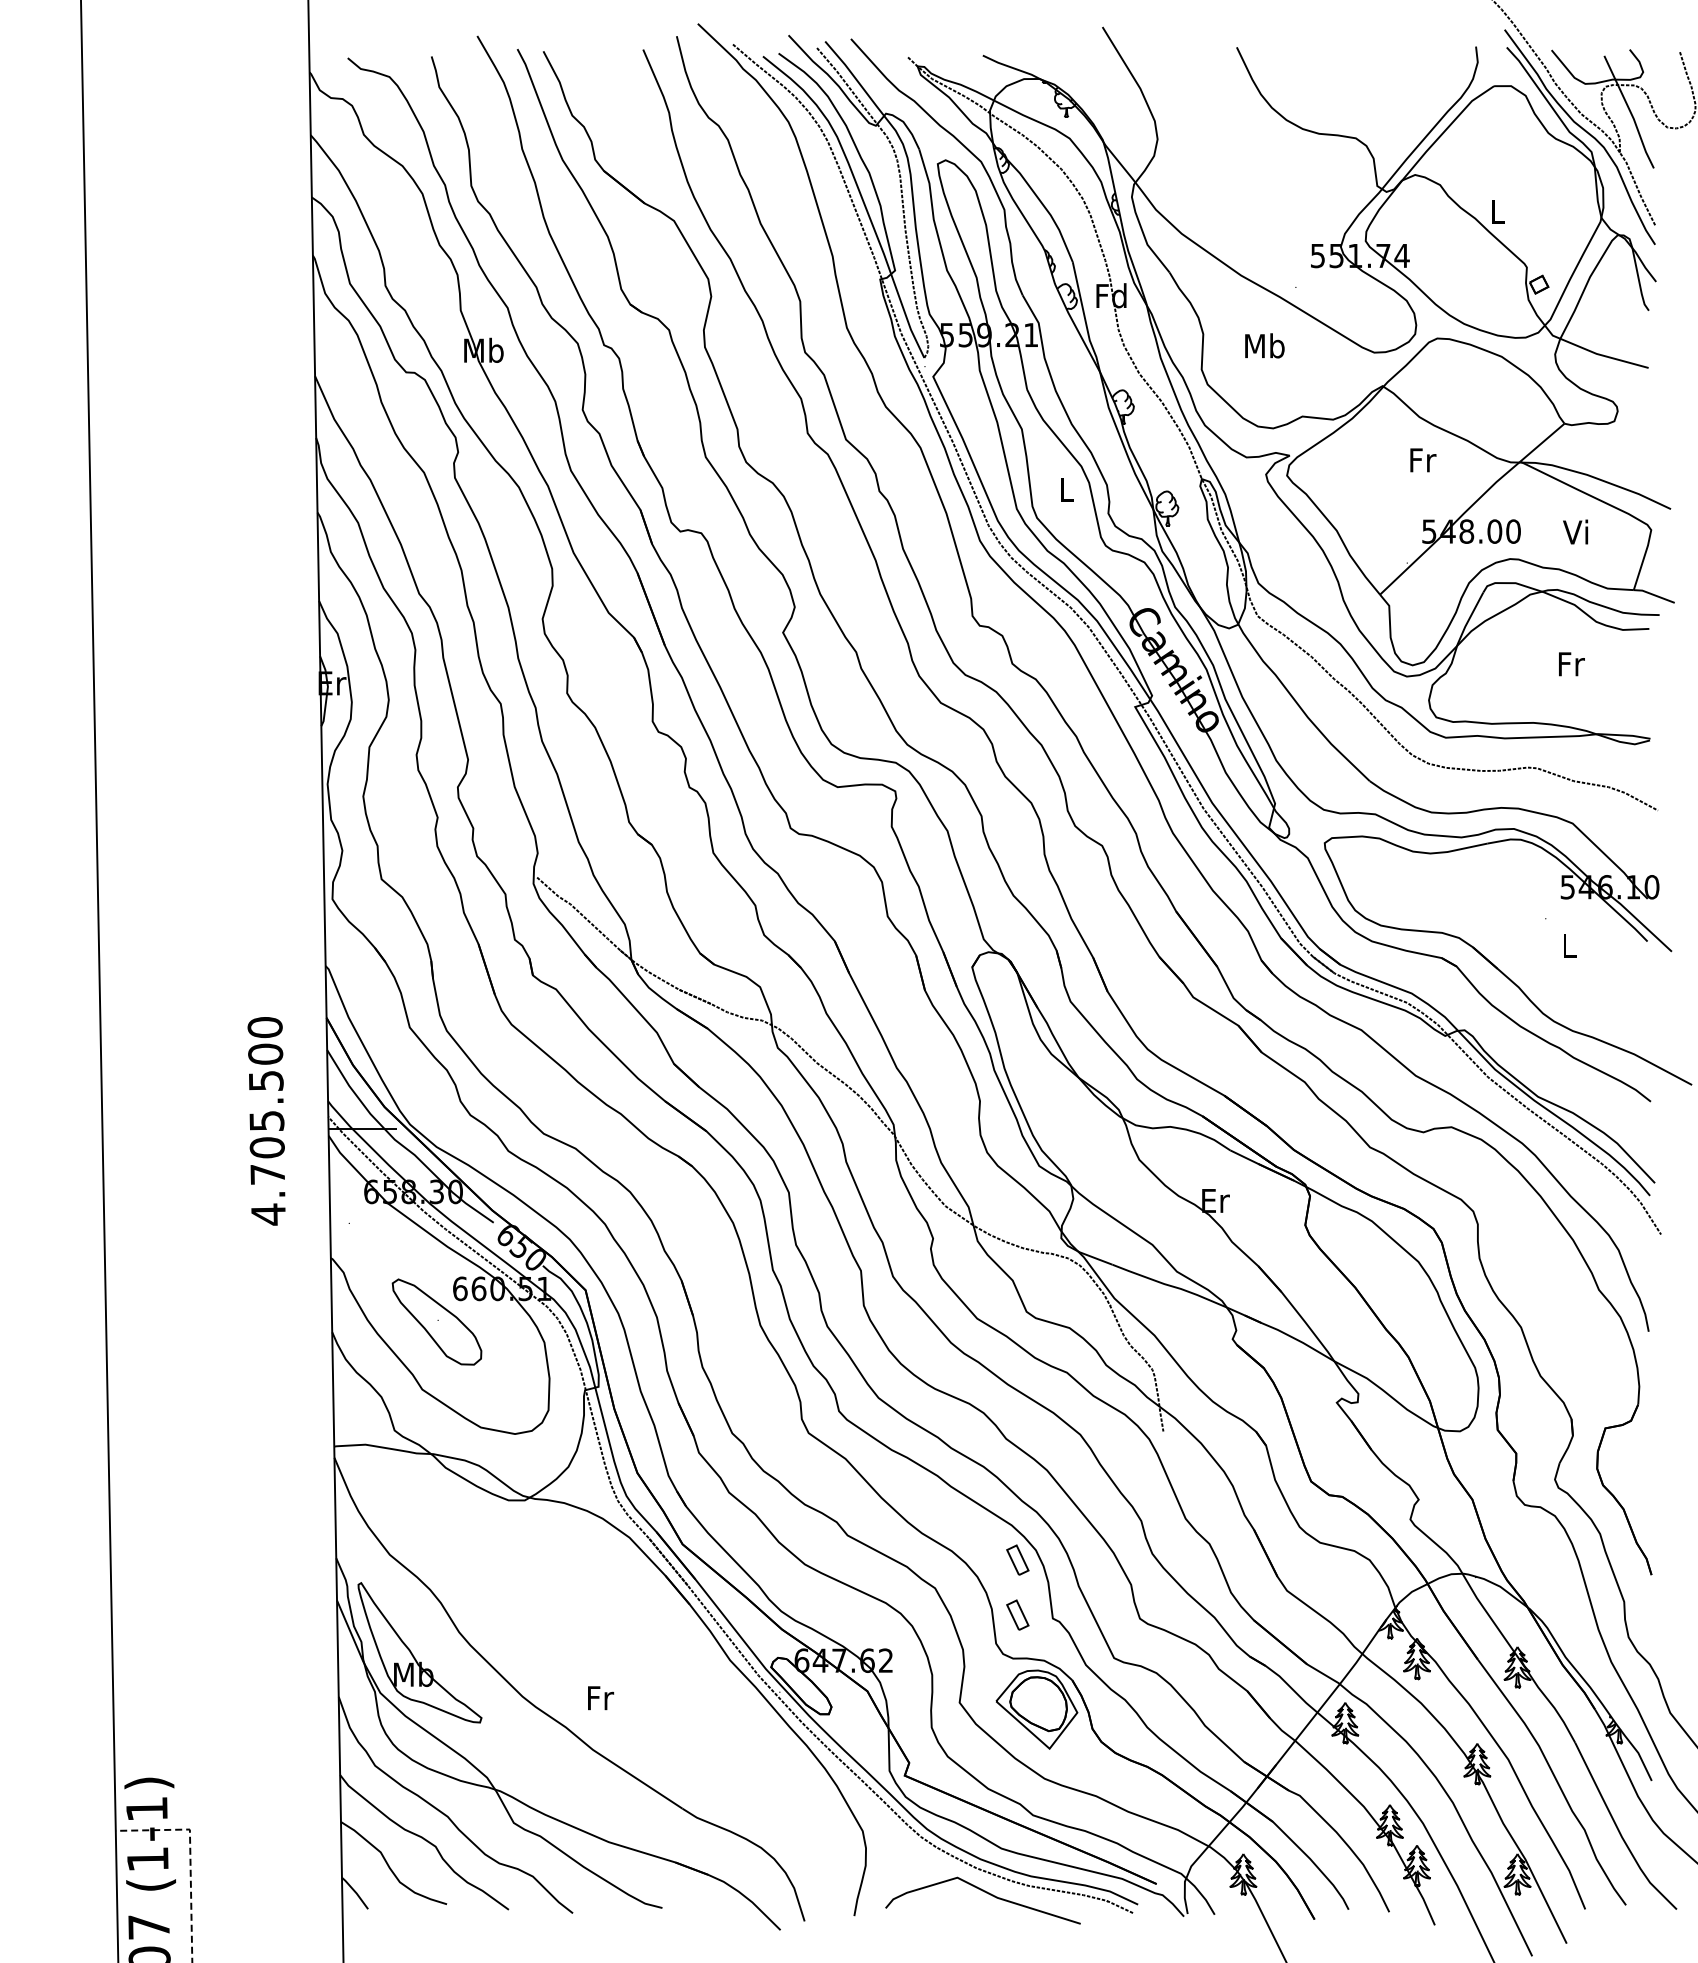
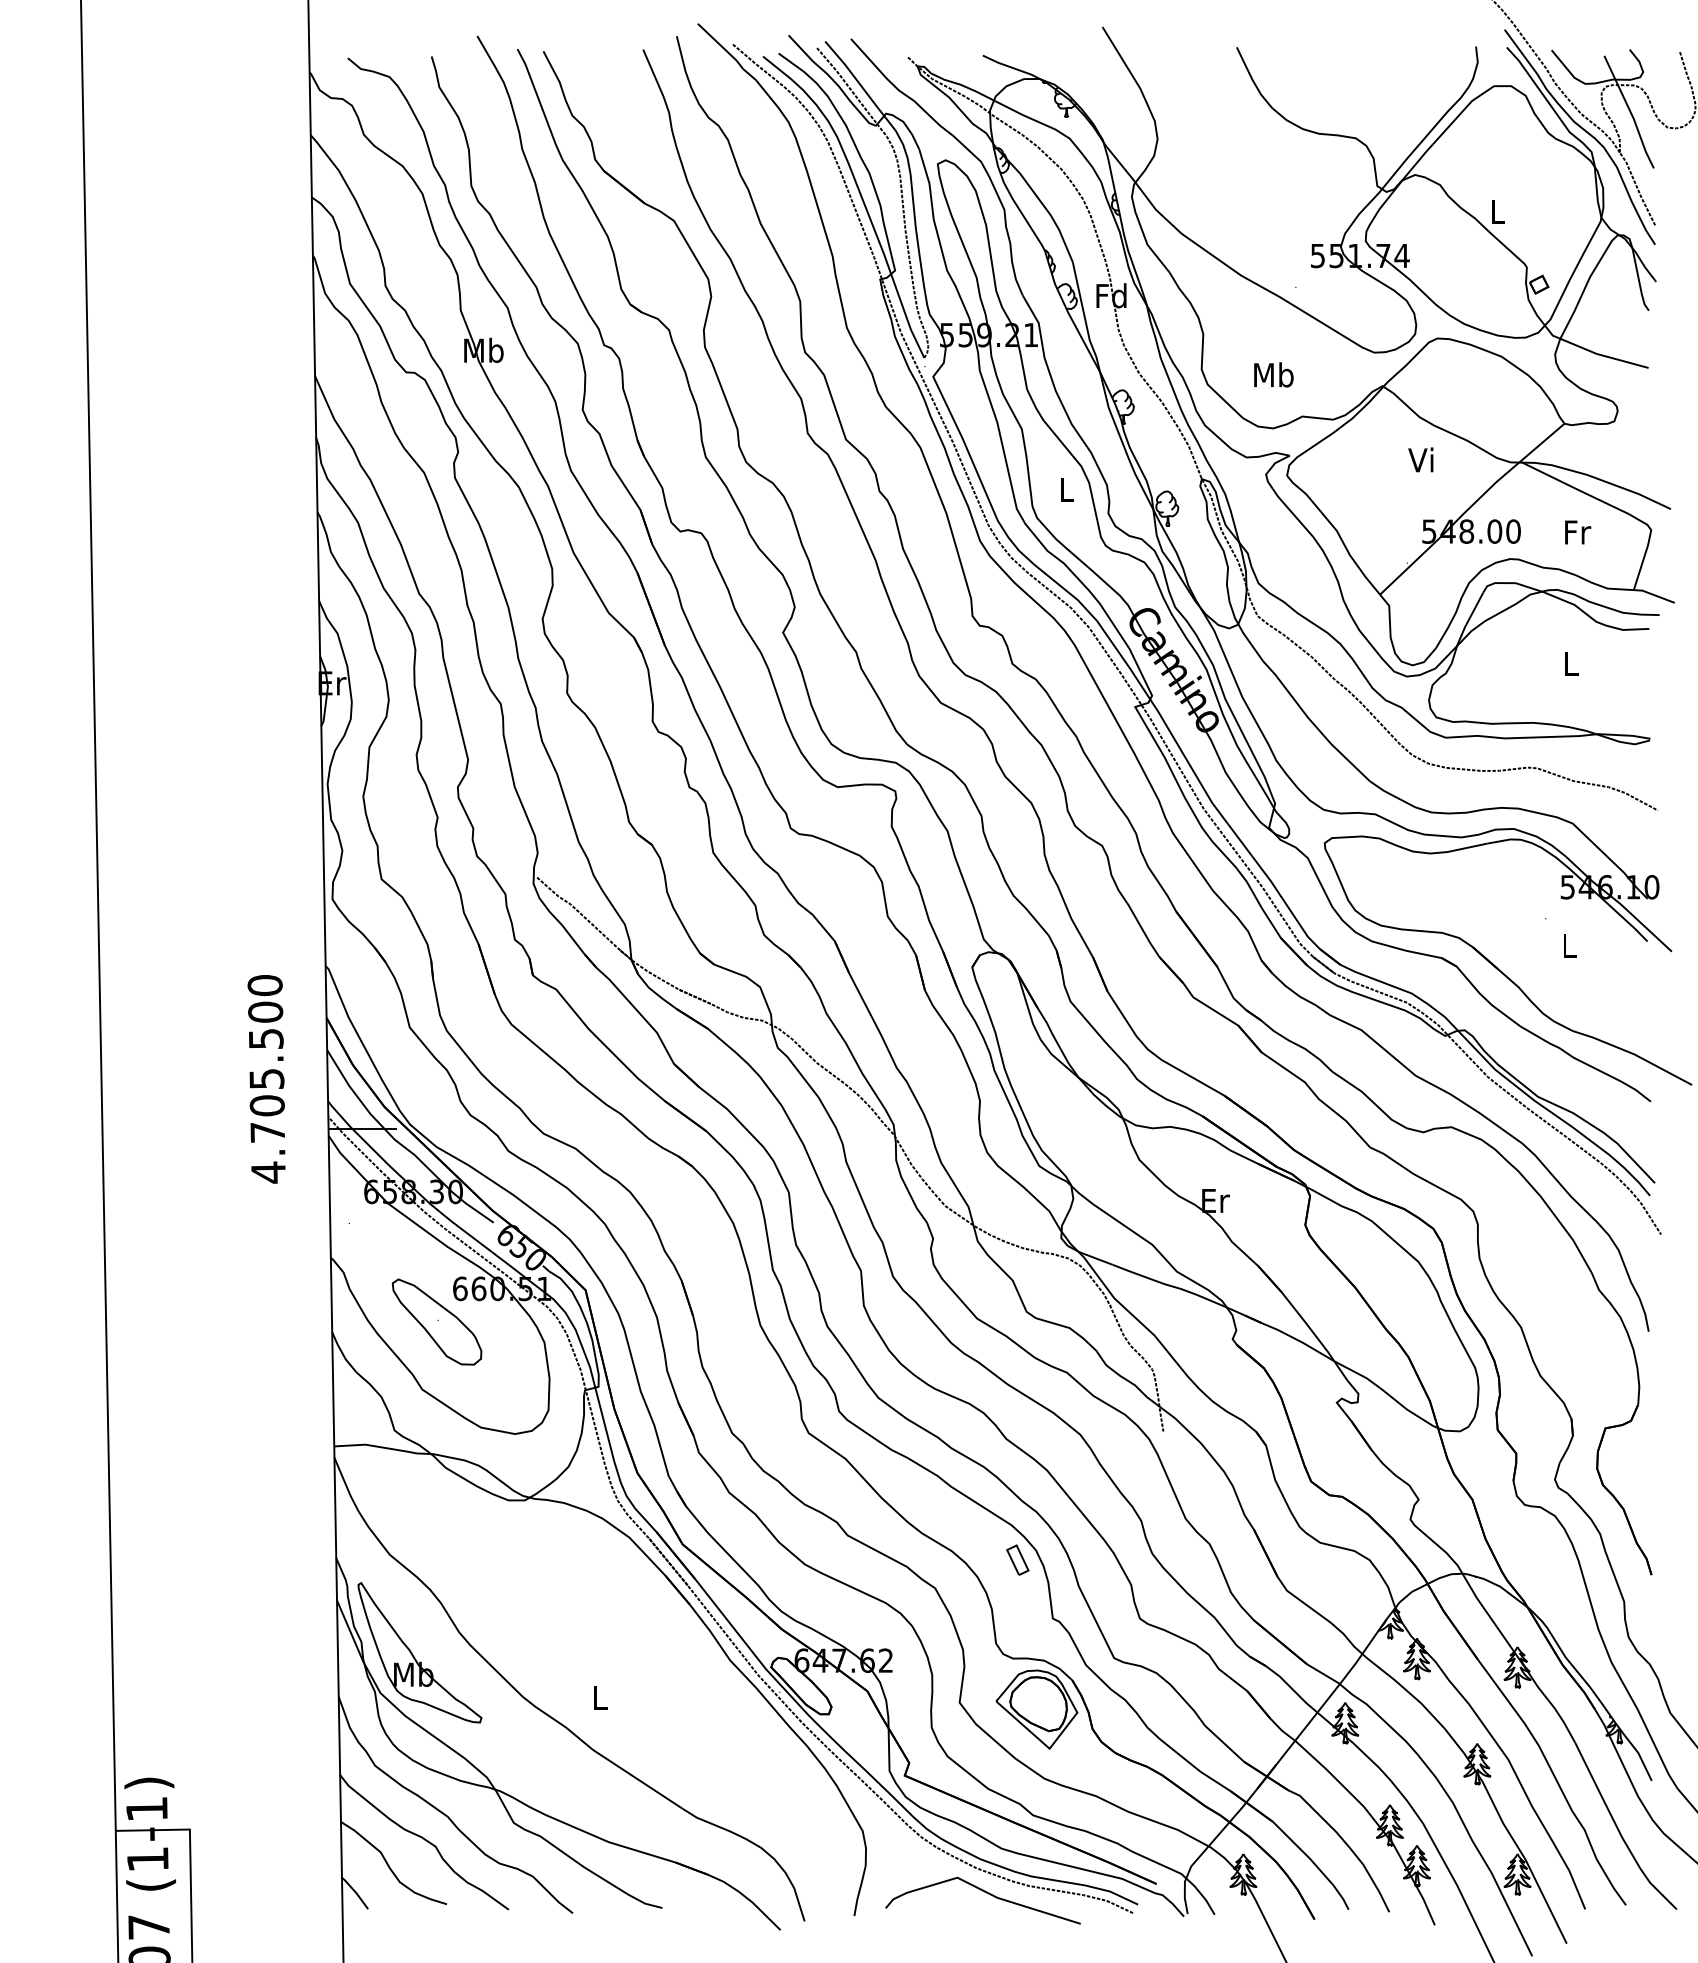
text at (1264, 345) position: (1264, 345) -> (1273, 374)
text at (1422, 459): Fr -> Vi
text at (1577, 531): Vi -> Fr
text at (1571, 664): Fr -> L
text at (266, 1121) position: (266, 1121) -> (266, 1079)
part at (1017, 1614): present -> none
text at (601, 1698): Fr -> L
line at (190, 1857): dashed -> solid
